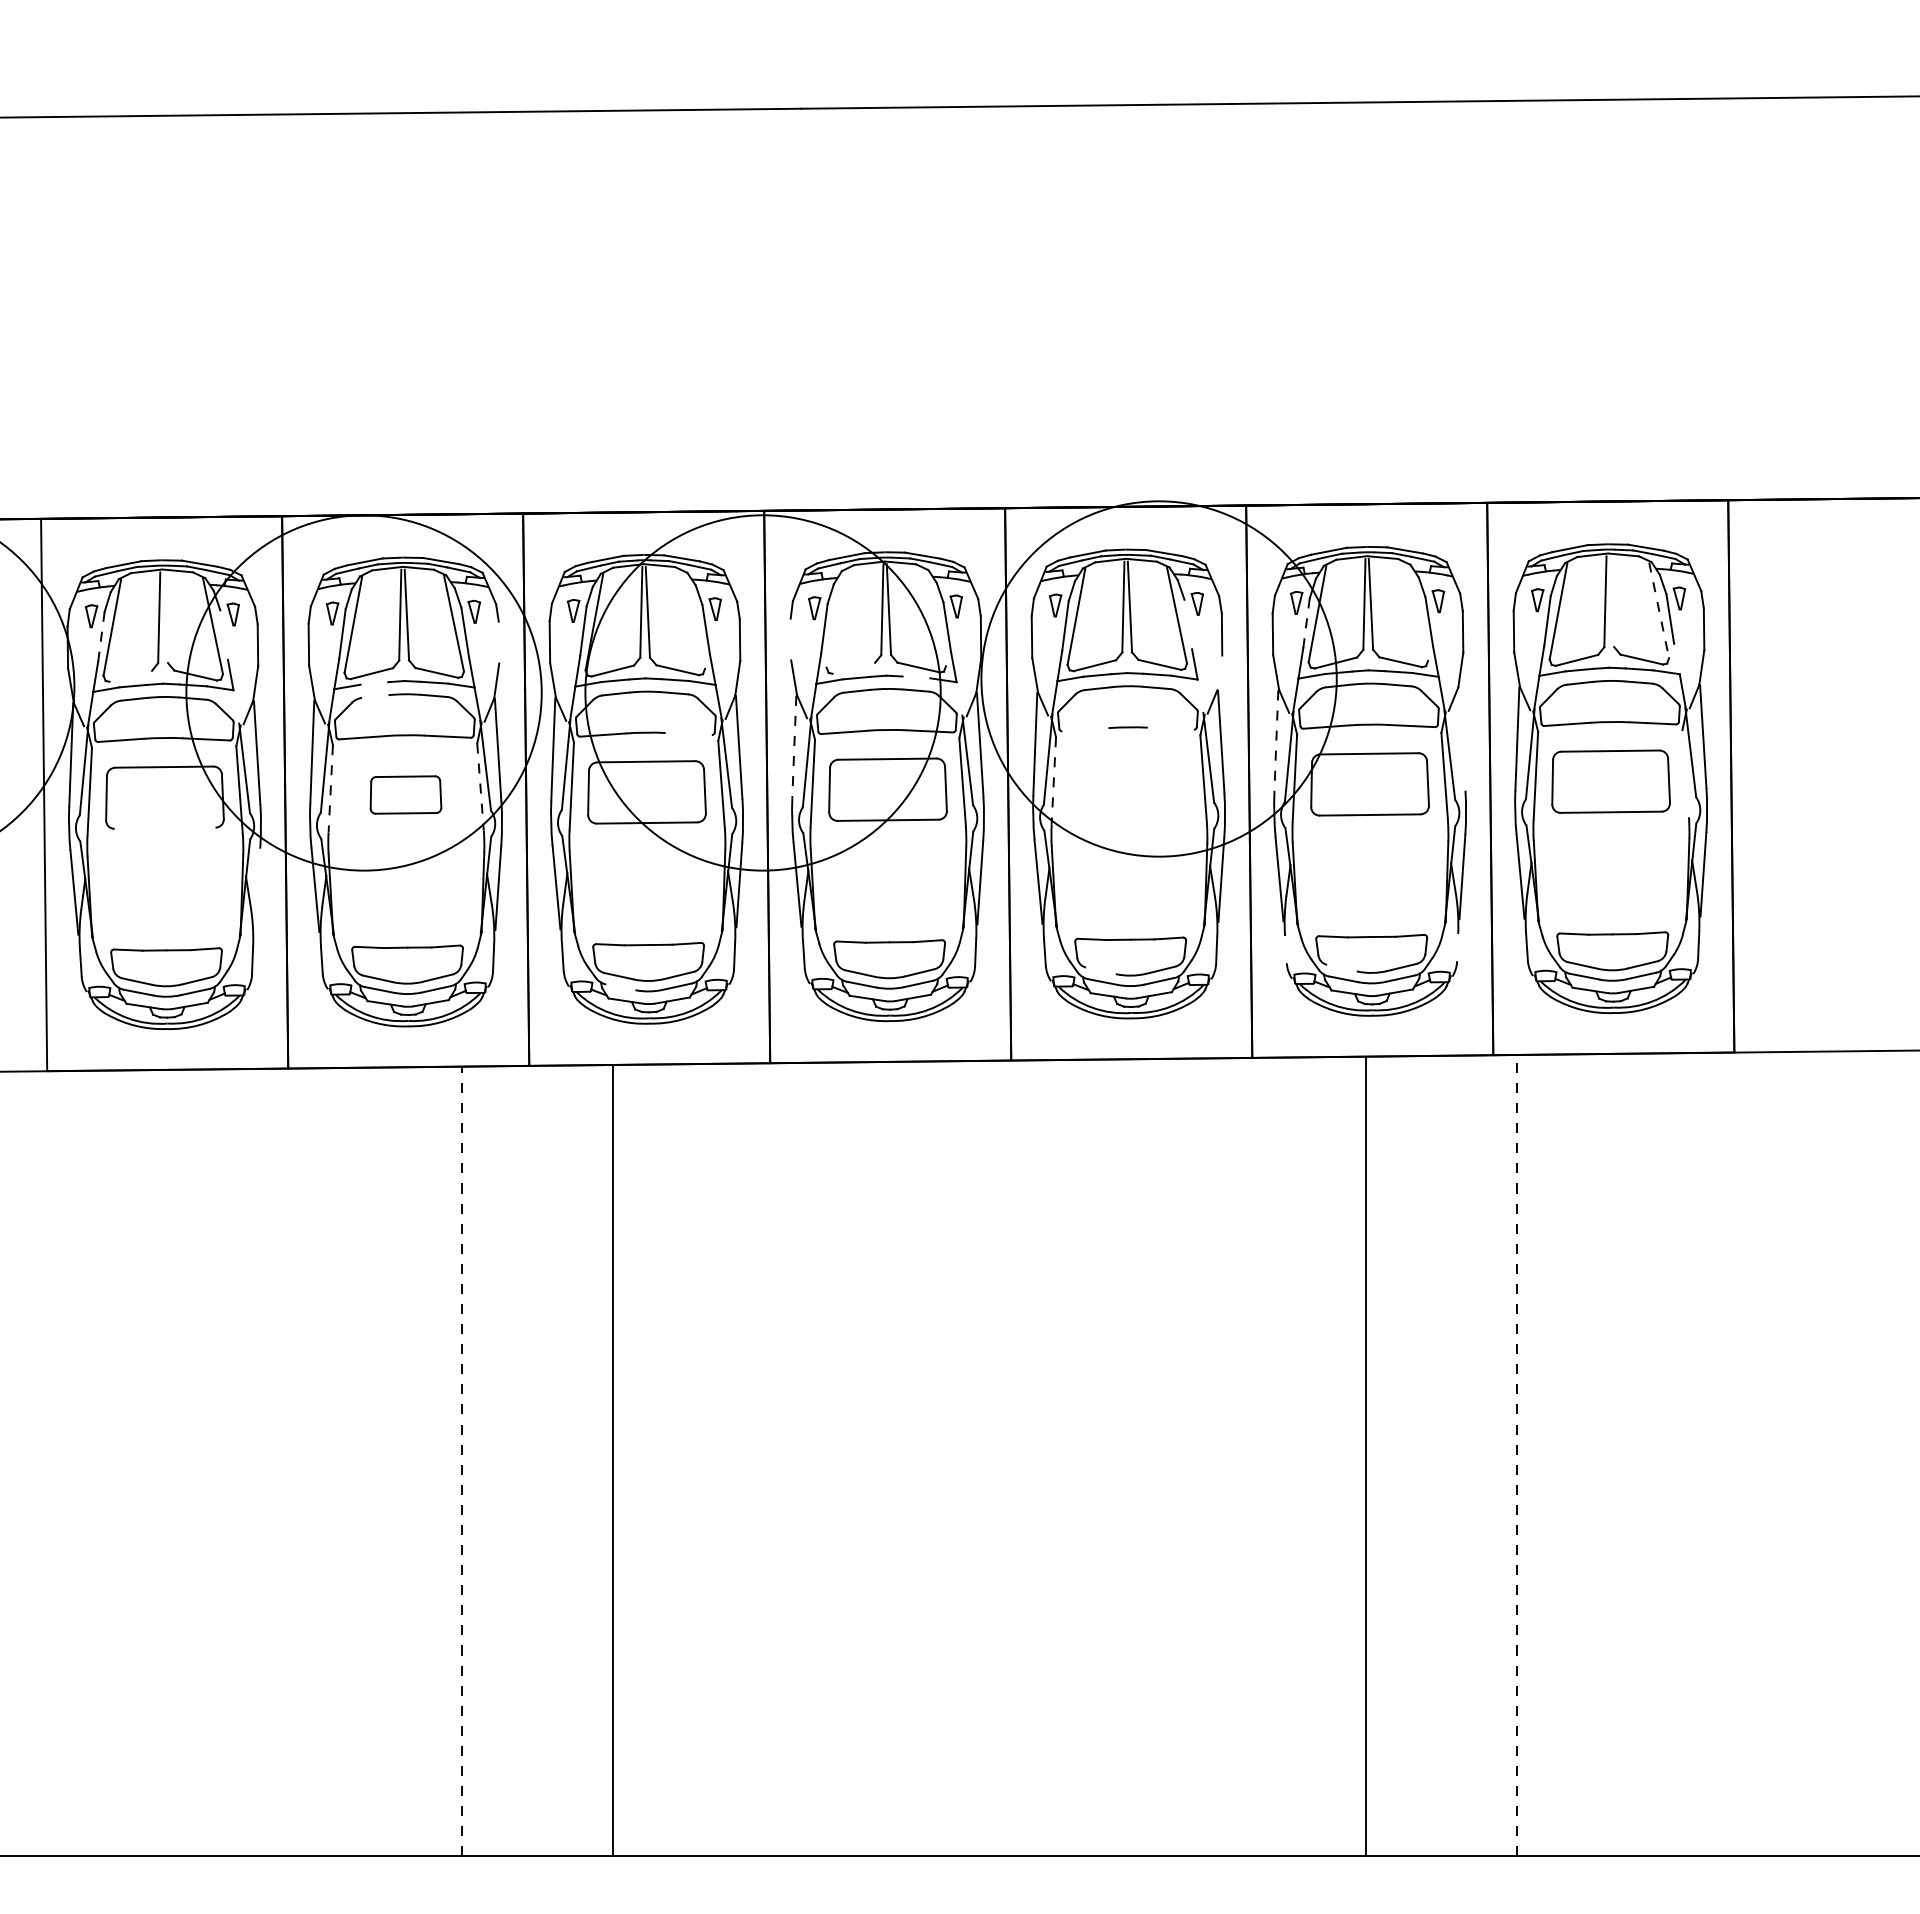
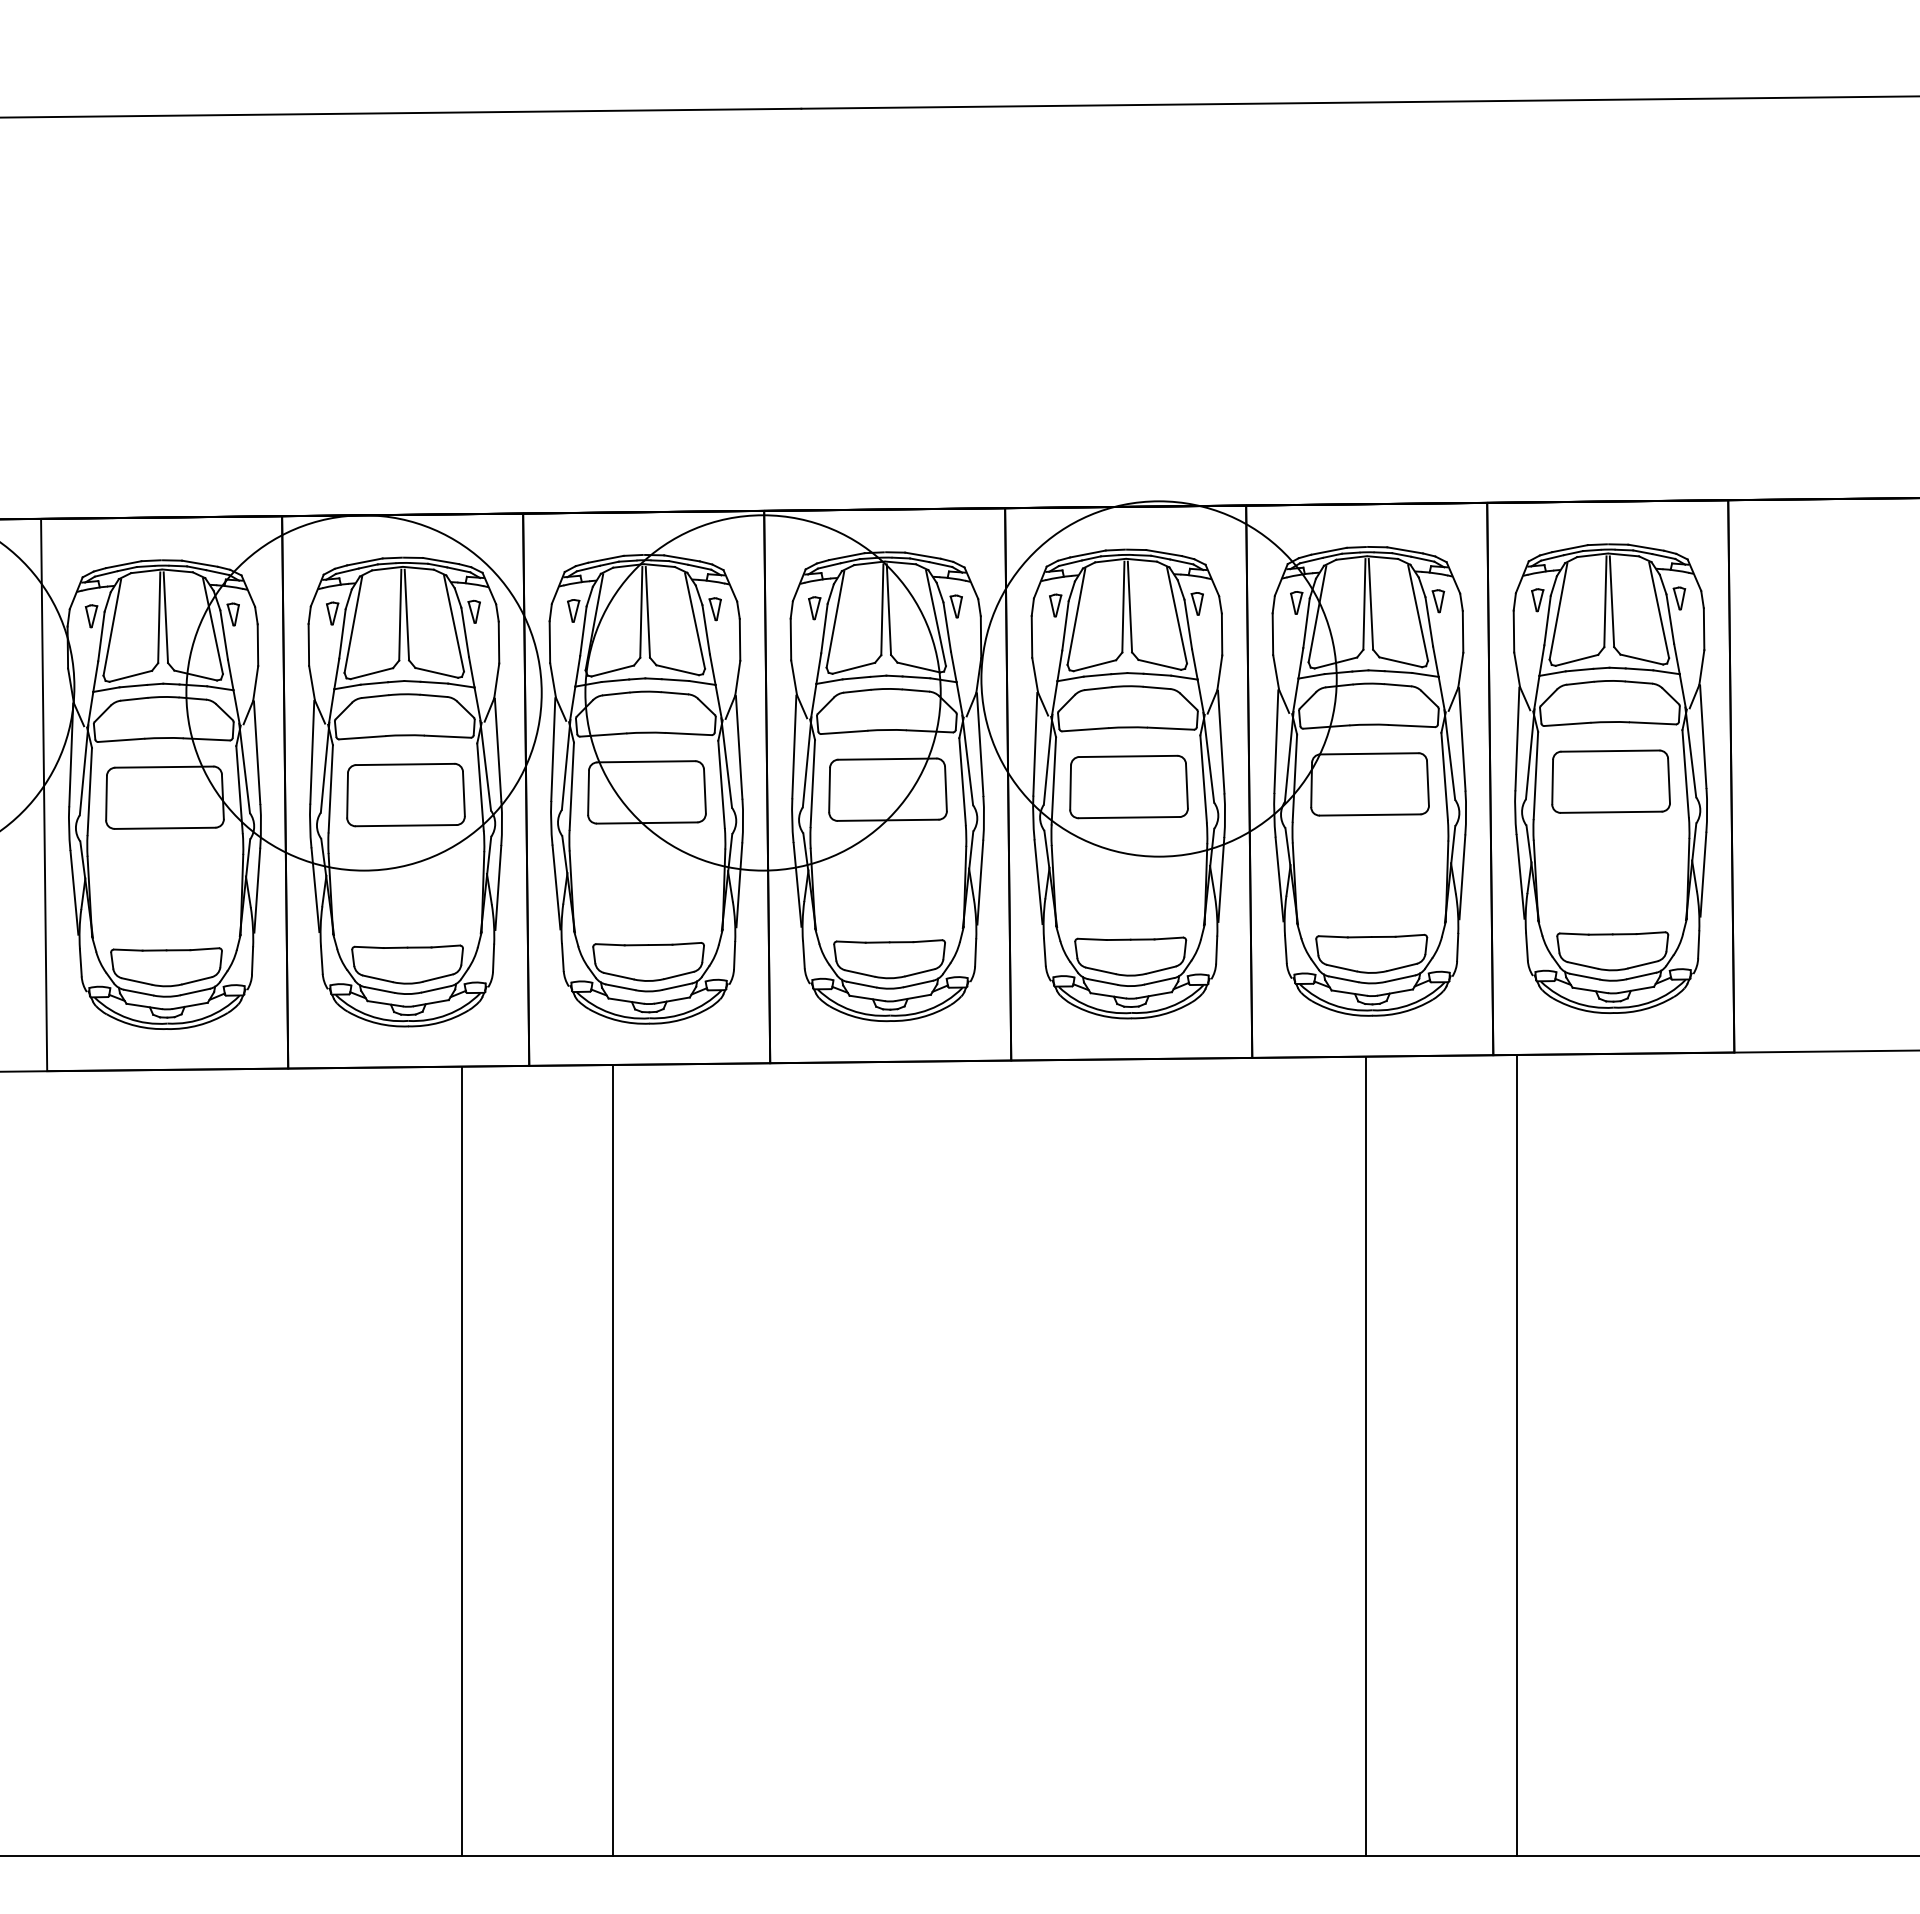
line at (1611, 601): none -> present
line at (1659, 610): dashed -> solid
line at (1418, 612): none -> present
line at (165, 617): none -> present
line at (935, 618): none -> present
line at (835, 619): none -> present
line at (695, 620): none -> present
line at (1306, 623): dashed -> solid
line at (1188, 624): none -> present
line at (223, 634): none -> present
line at (101, 637): dashed -> solid
line at (790, 639): none -> present
line at (498, 642): none -> present
line at (1676, 658): none -> present
line at (853, 667): none -> present
line at (1219, 672): none -> present
line at (130, 675): none -> present
line at (916, 677): none -> present
line at (374, 683): none -> present
line at (375, 696): none -> present
line at (1200, 696): none -> present
line at (959, 699): none -> present
line at (236, 707): none -> present
line at (1170, 728): none -> present
line at (1085, 729): none -> present
line at (688, 733): none -> present
line at (1462, 739): none -> present
line at (1276, 742): dashed -> solid
line at (794, 747): dashed -> solid
line at (1685, 773): none -> present
line at (1053, 780): dashed -> solid
part at (1128, 786): none -> present
line at (480, 787): dashed -> solid
line at (330, 788): dashed -> solid
part at (405, 794) size: 74x40 px -> 120x66 px
line at (164, 827): none -> present
line at (257, 890): none -> present
line at (1457, 947): none -> present
line at (1285, 949): none -> present
line at (1341, 967): none -> present
line at (1100, 970): none -> present
line at (620, 987): none -> present
line at (1516, 1455): dashed -> solid
line at (462, 1461): dashed -> solid
